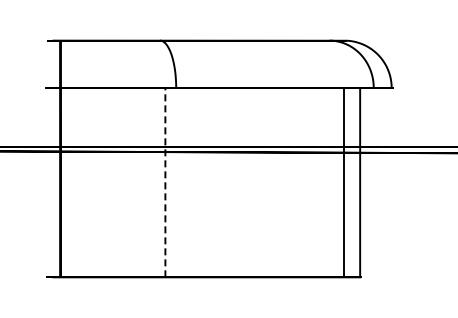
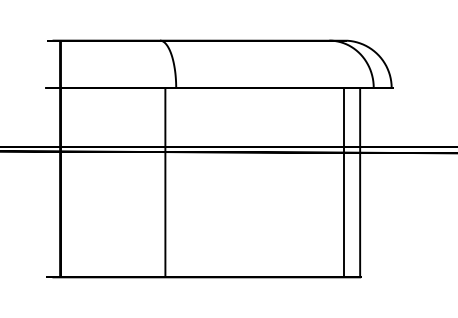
line at (165, 182): dashed -> solid
